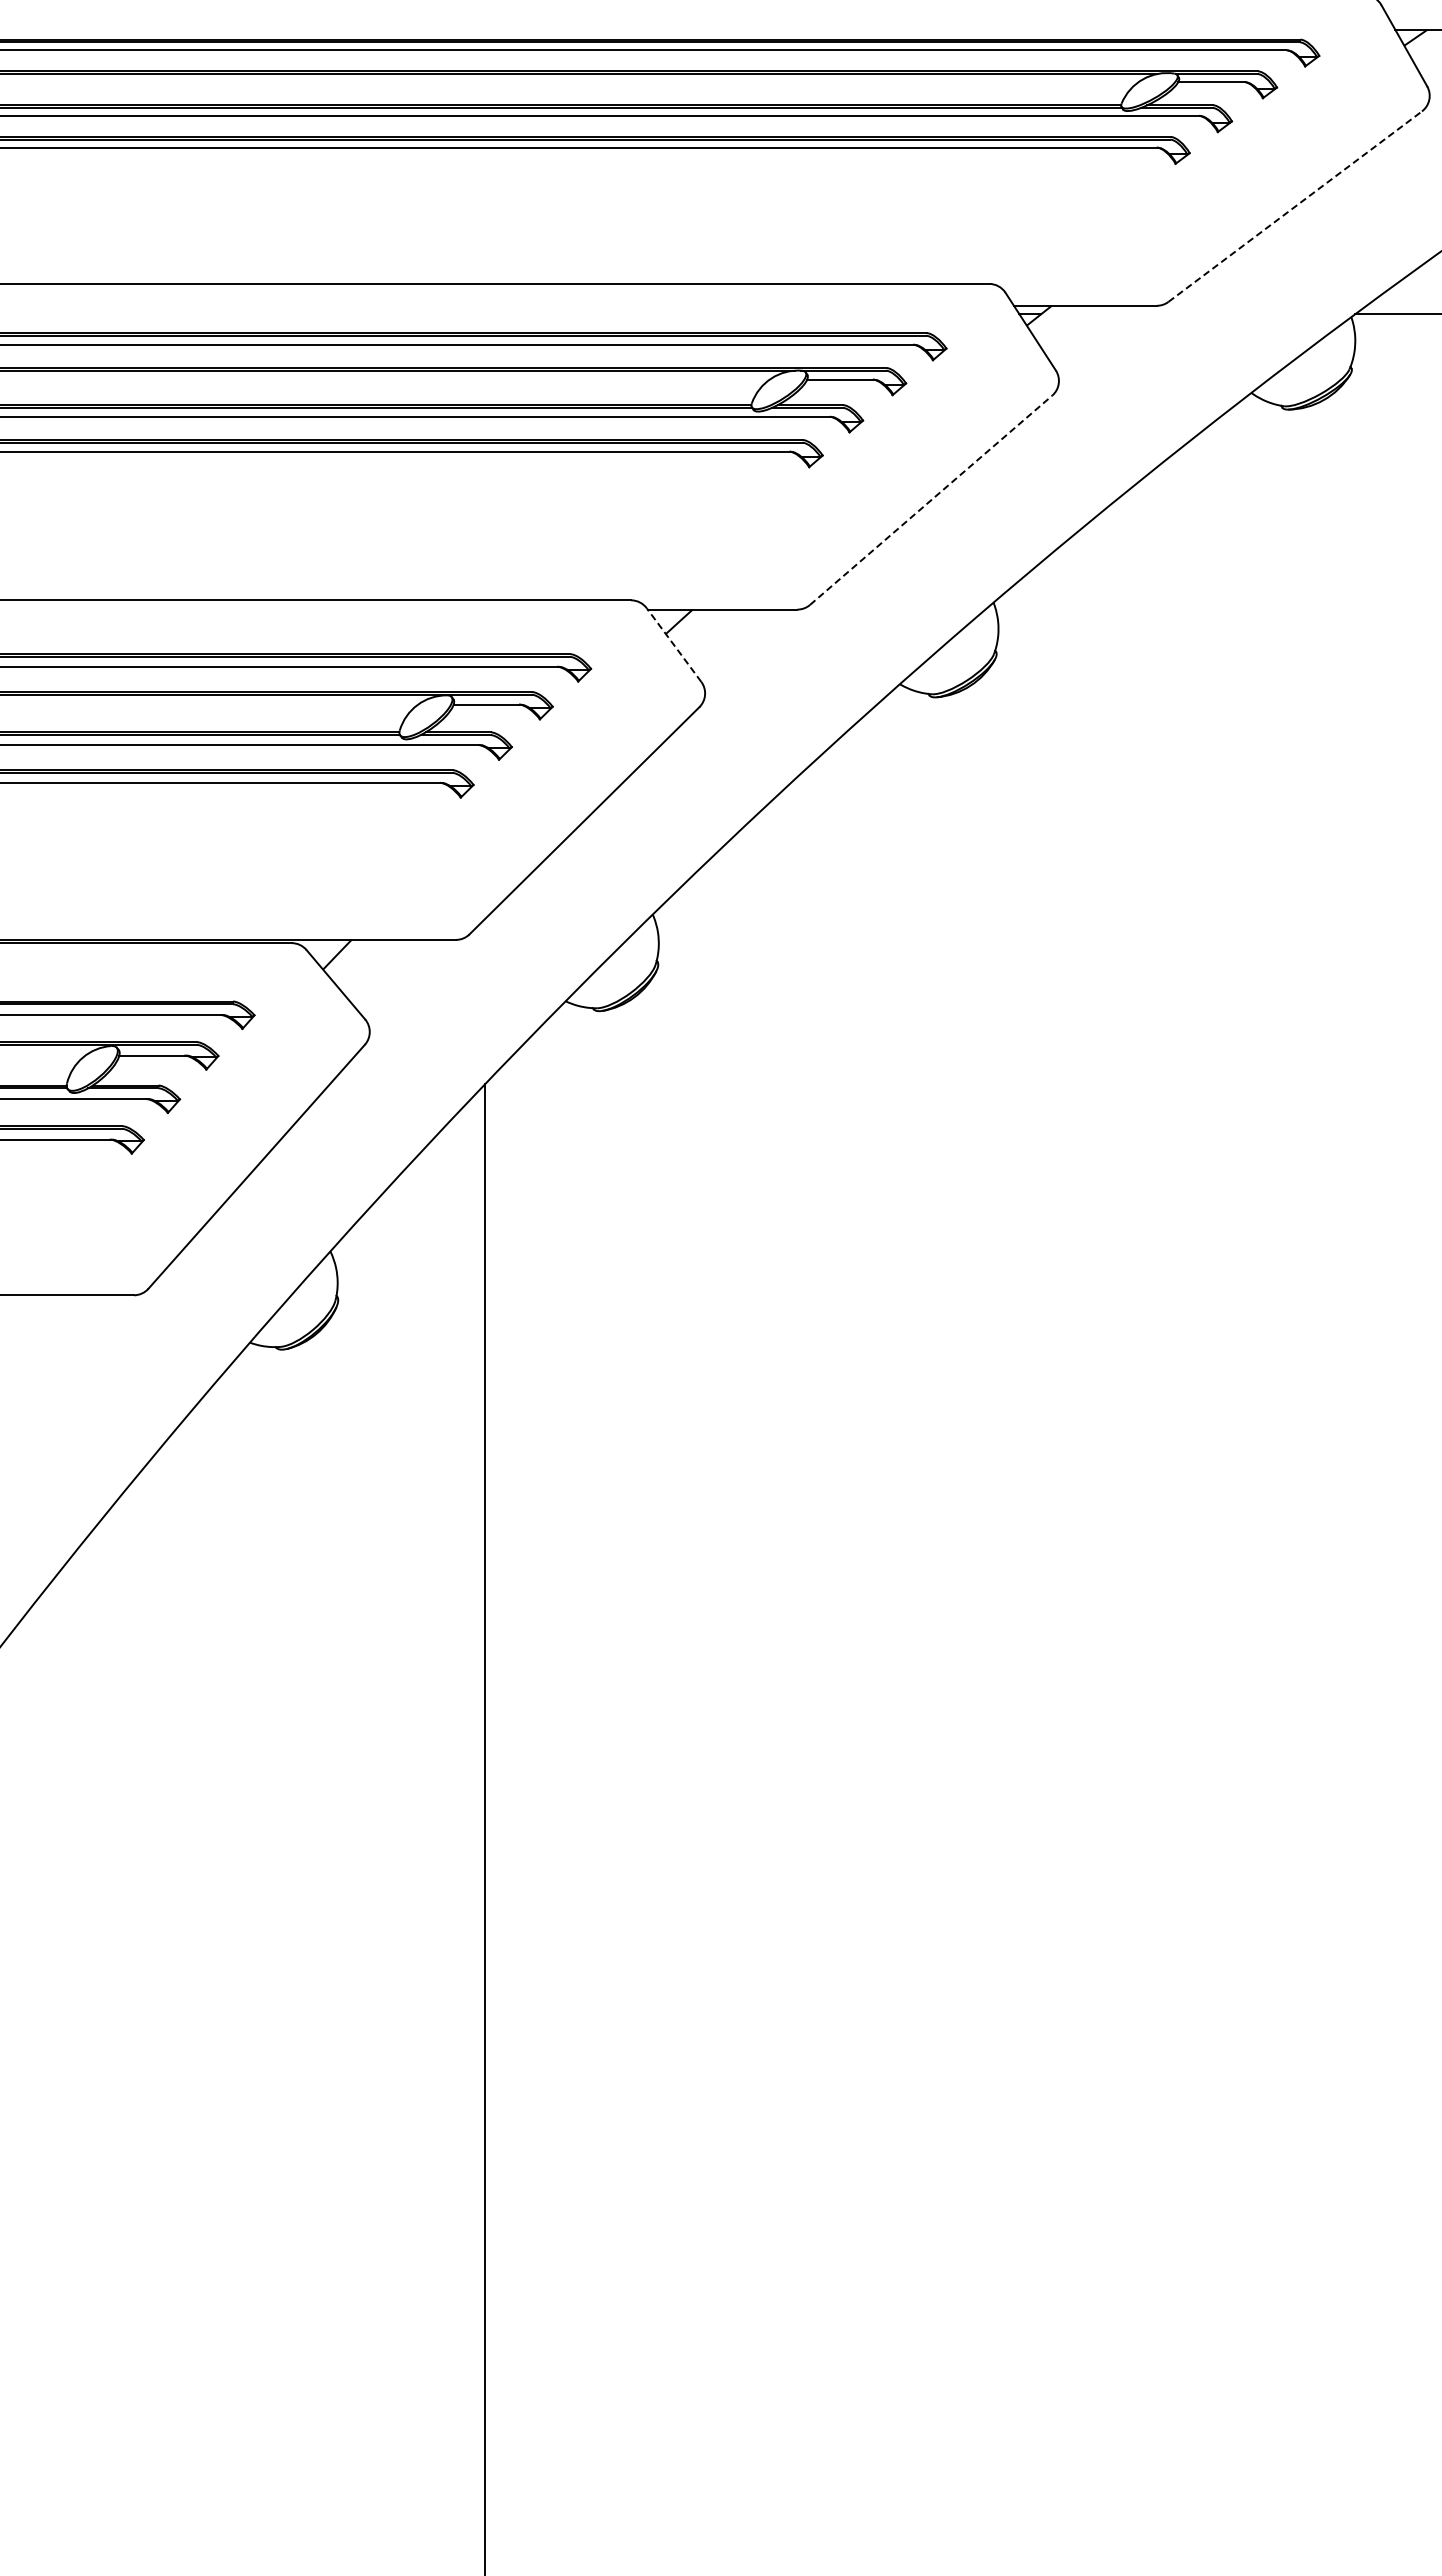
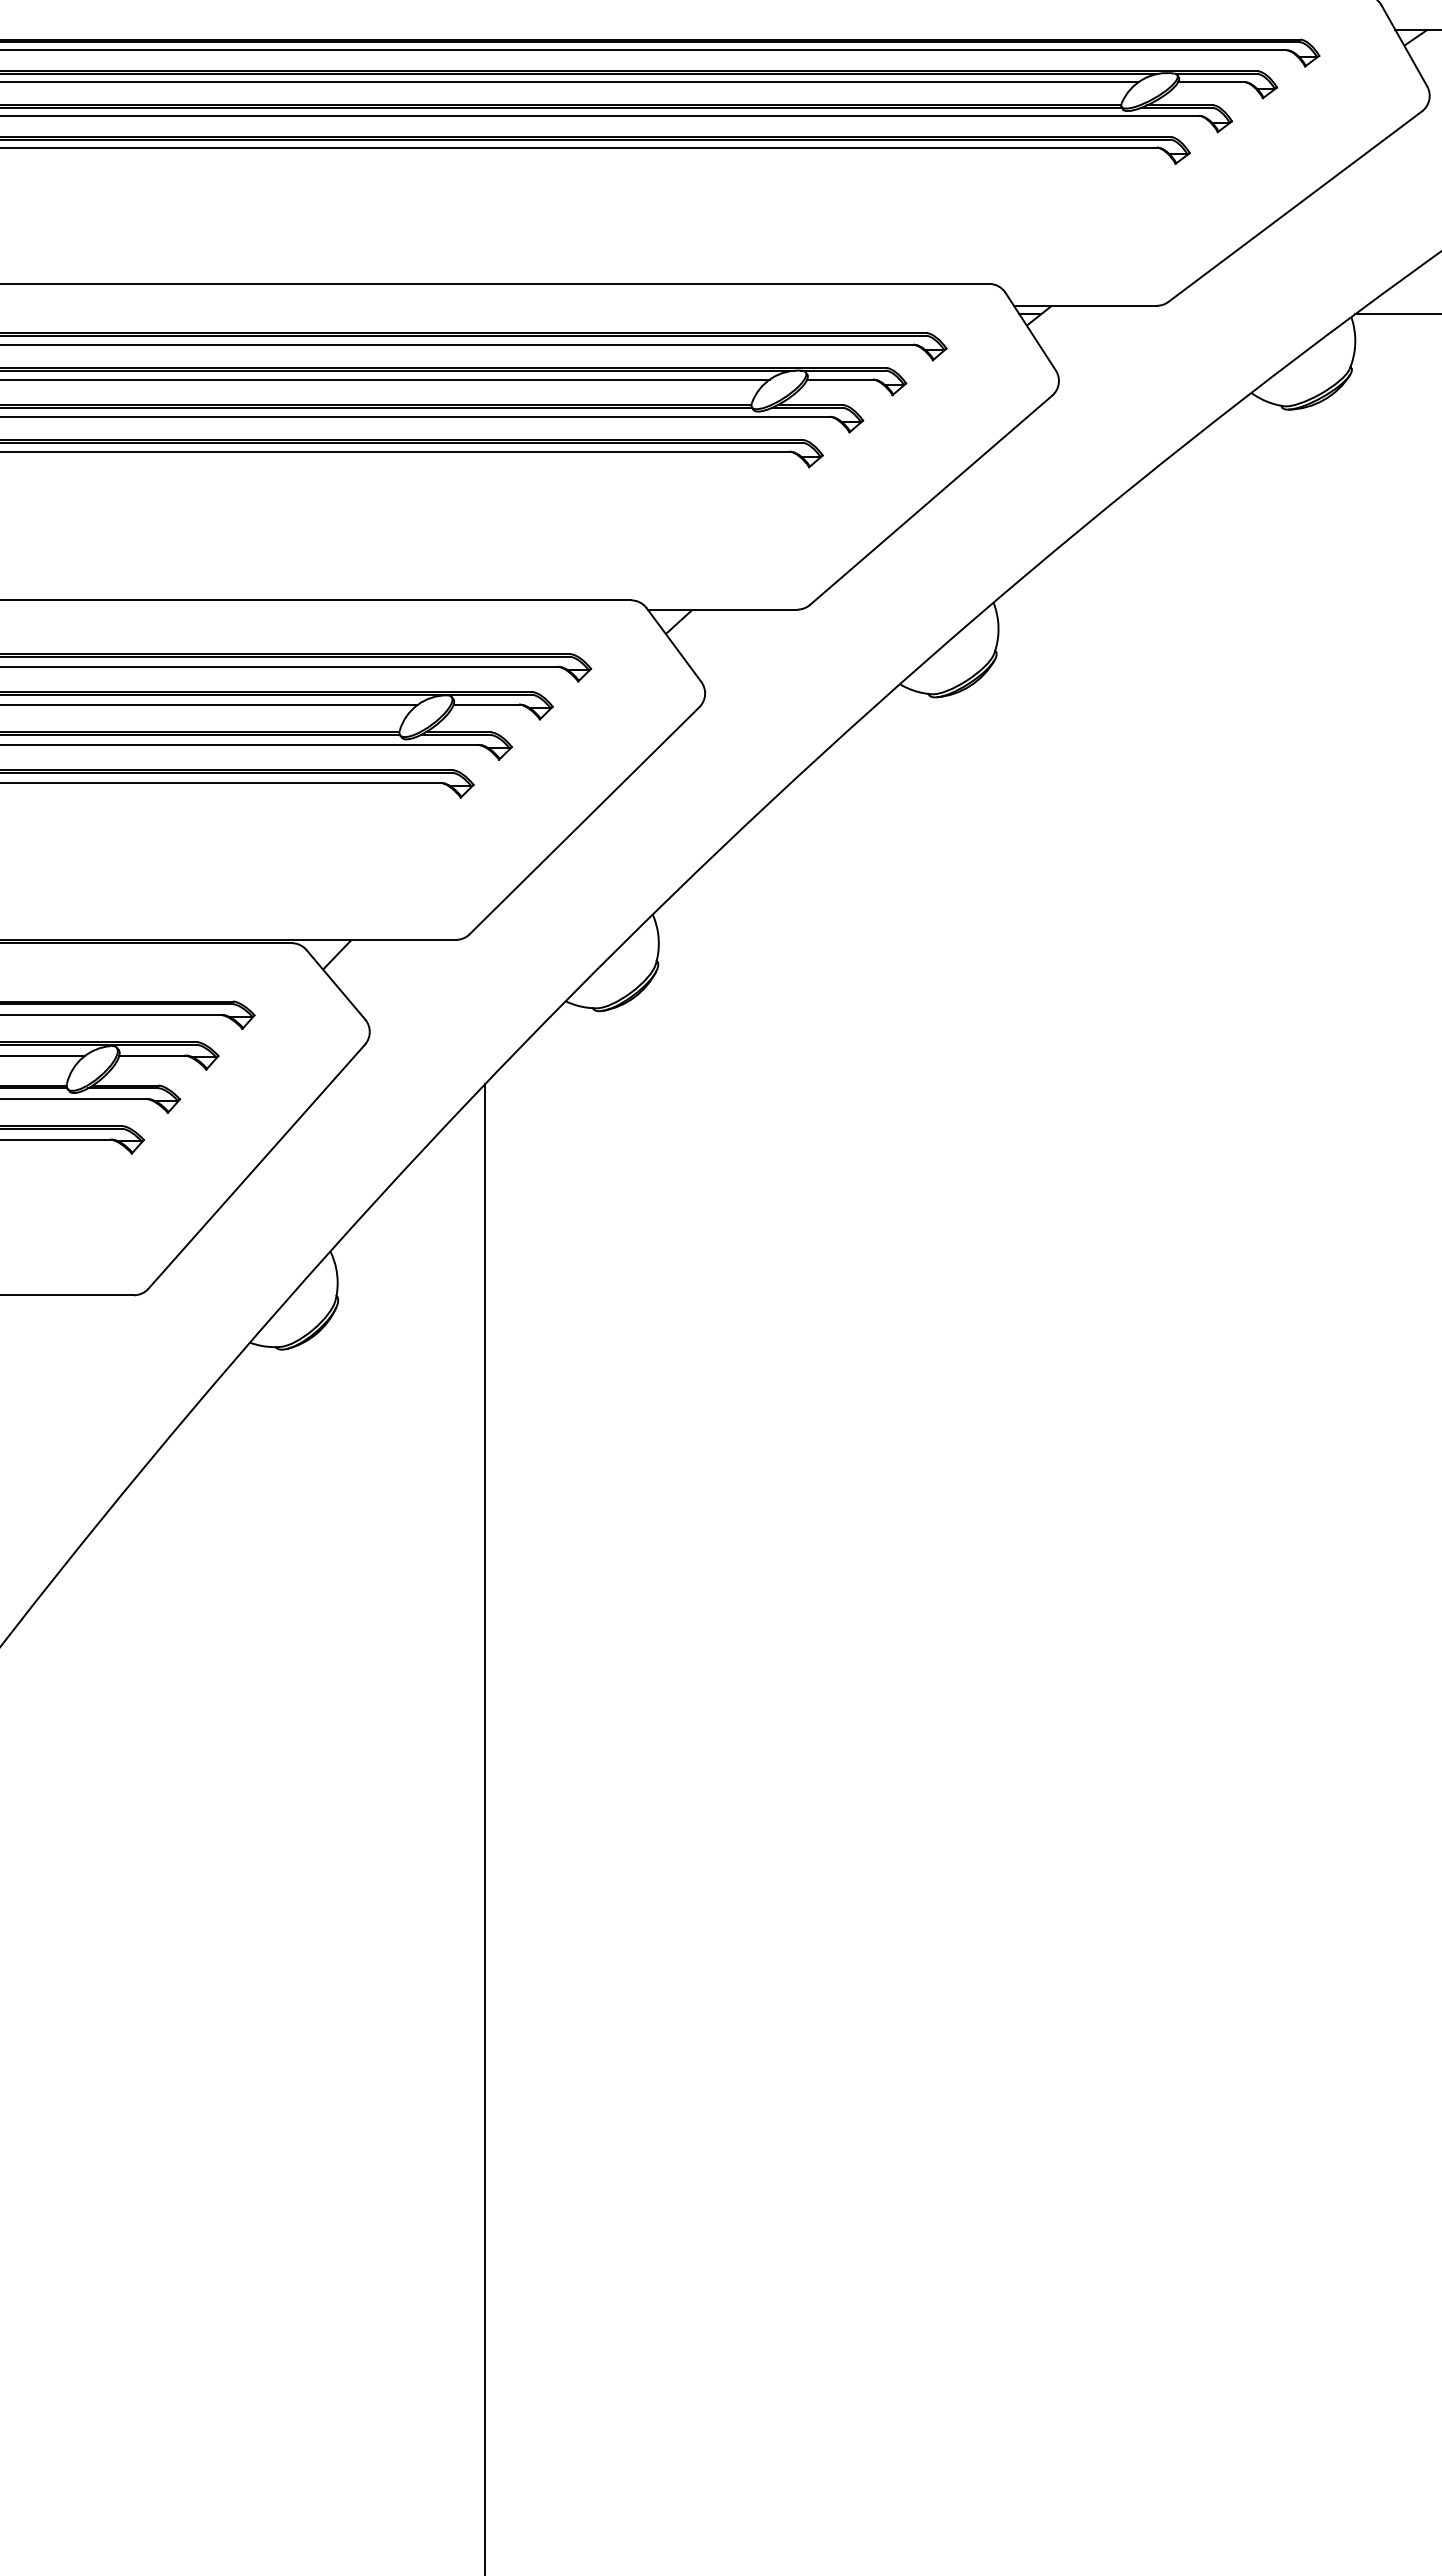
line at (570, 81): none -> present
line at (1295, 206): dashed -> solid
line at (385, 379): none -> present
line at (931, 499): dashed -> solid
line at (674, 645): dashed -> solid
line at (210, 704): none -> present
line at (43, 1055): none -> present
